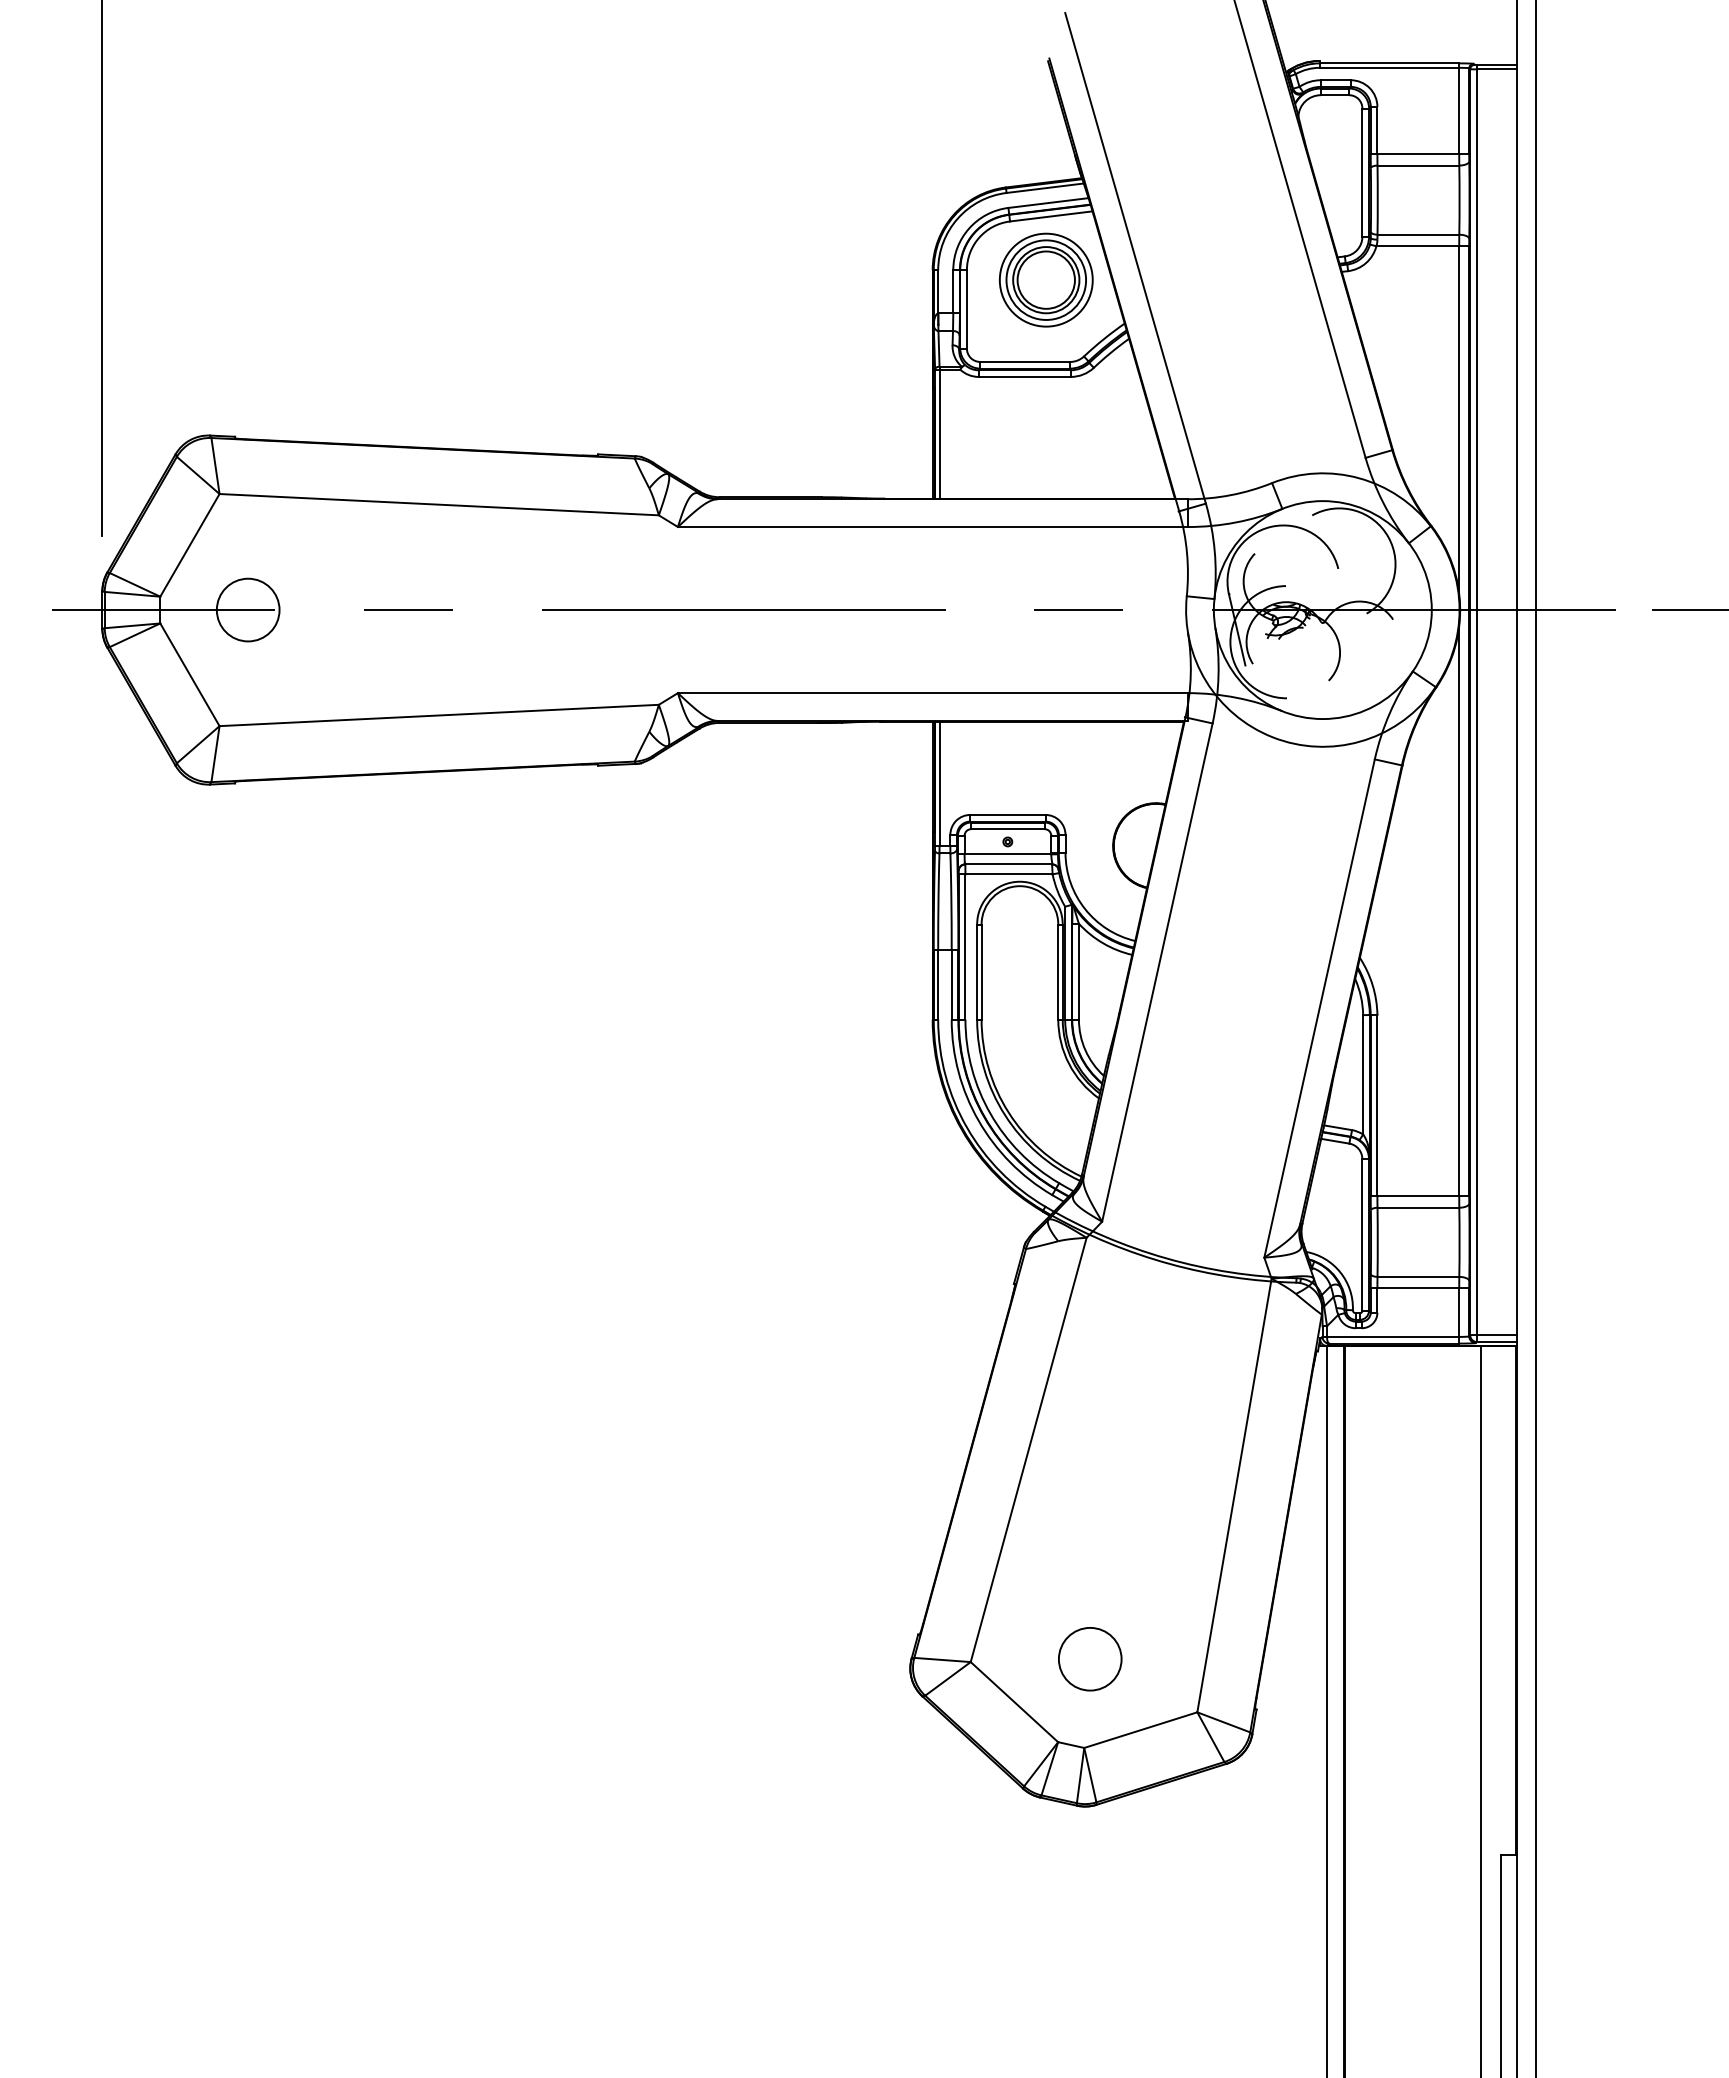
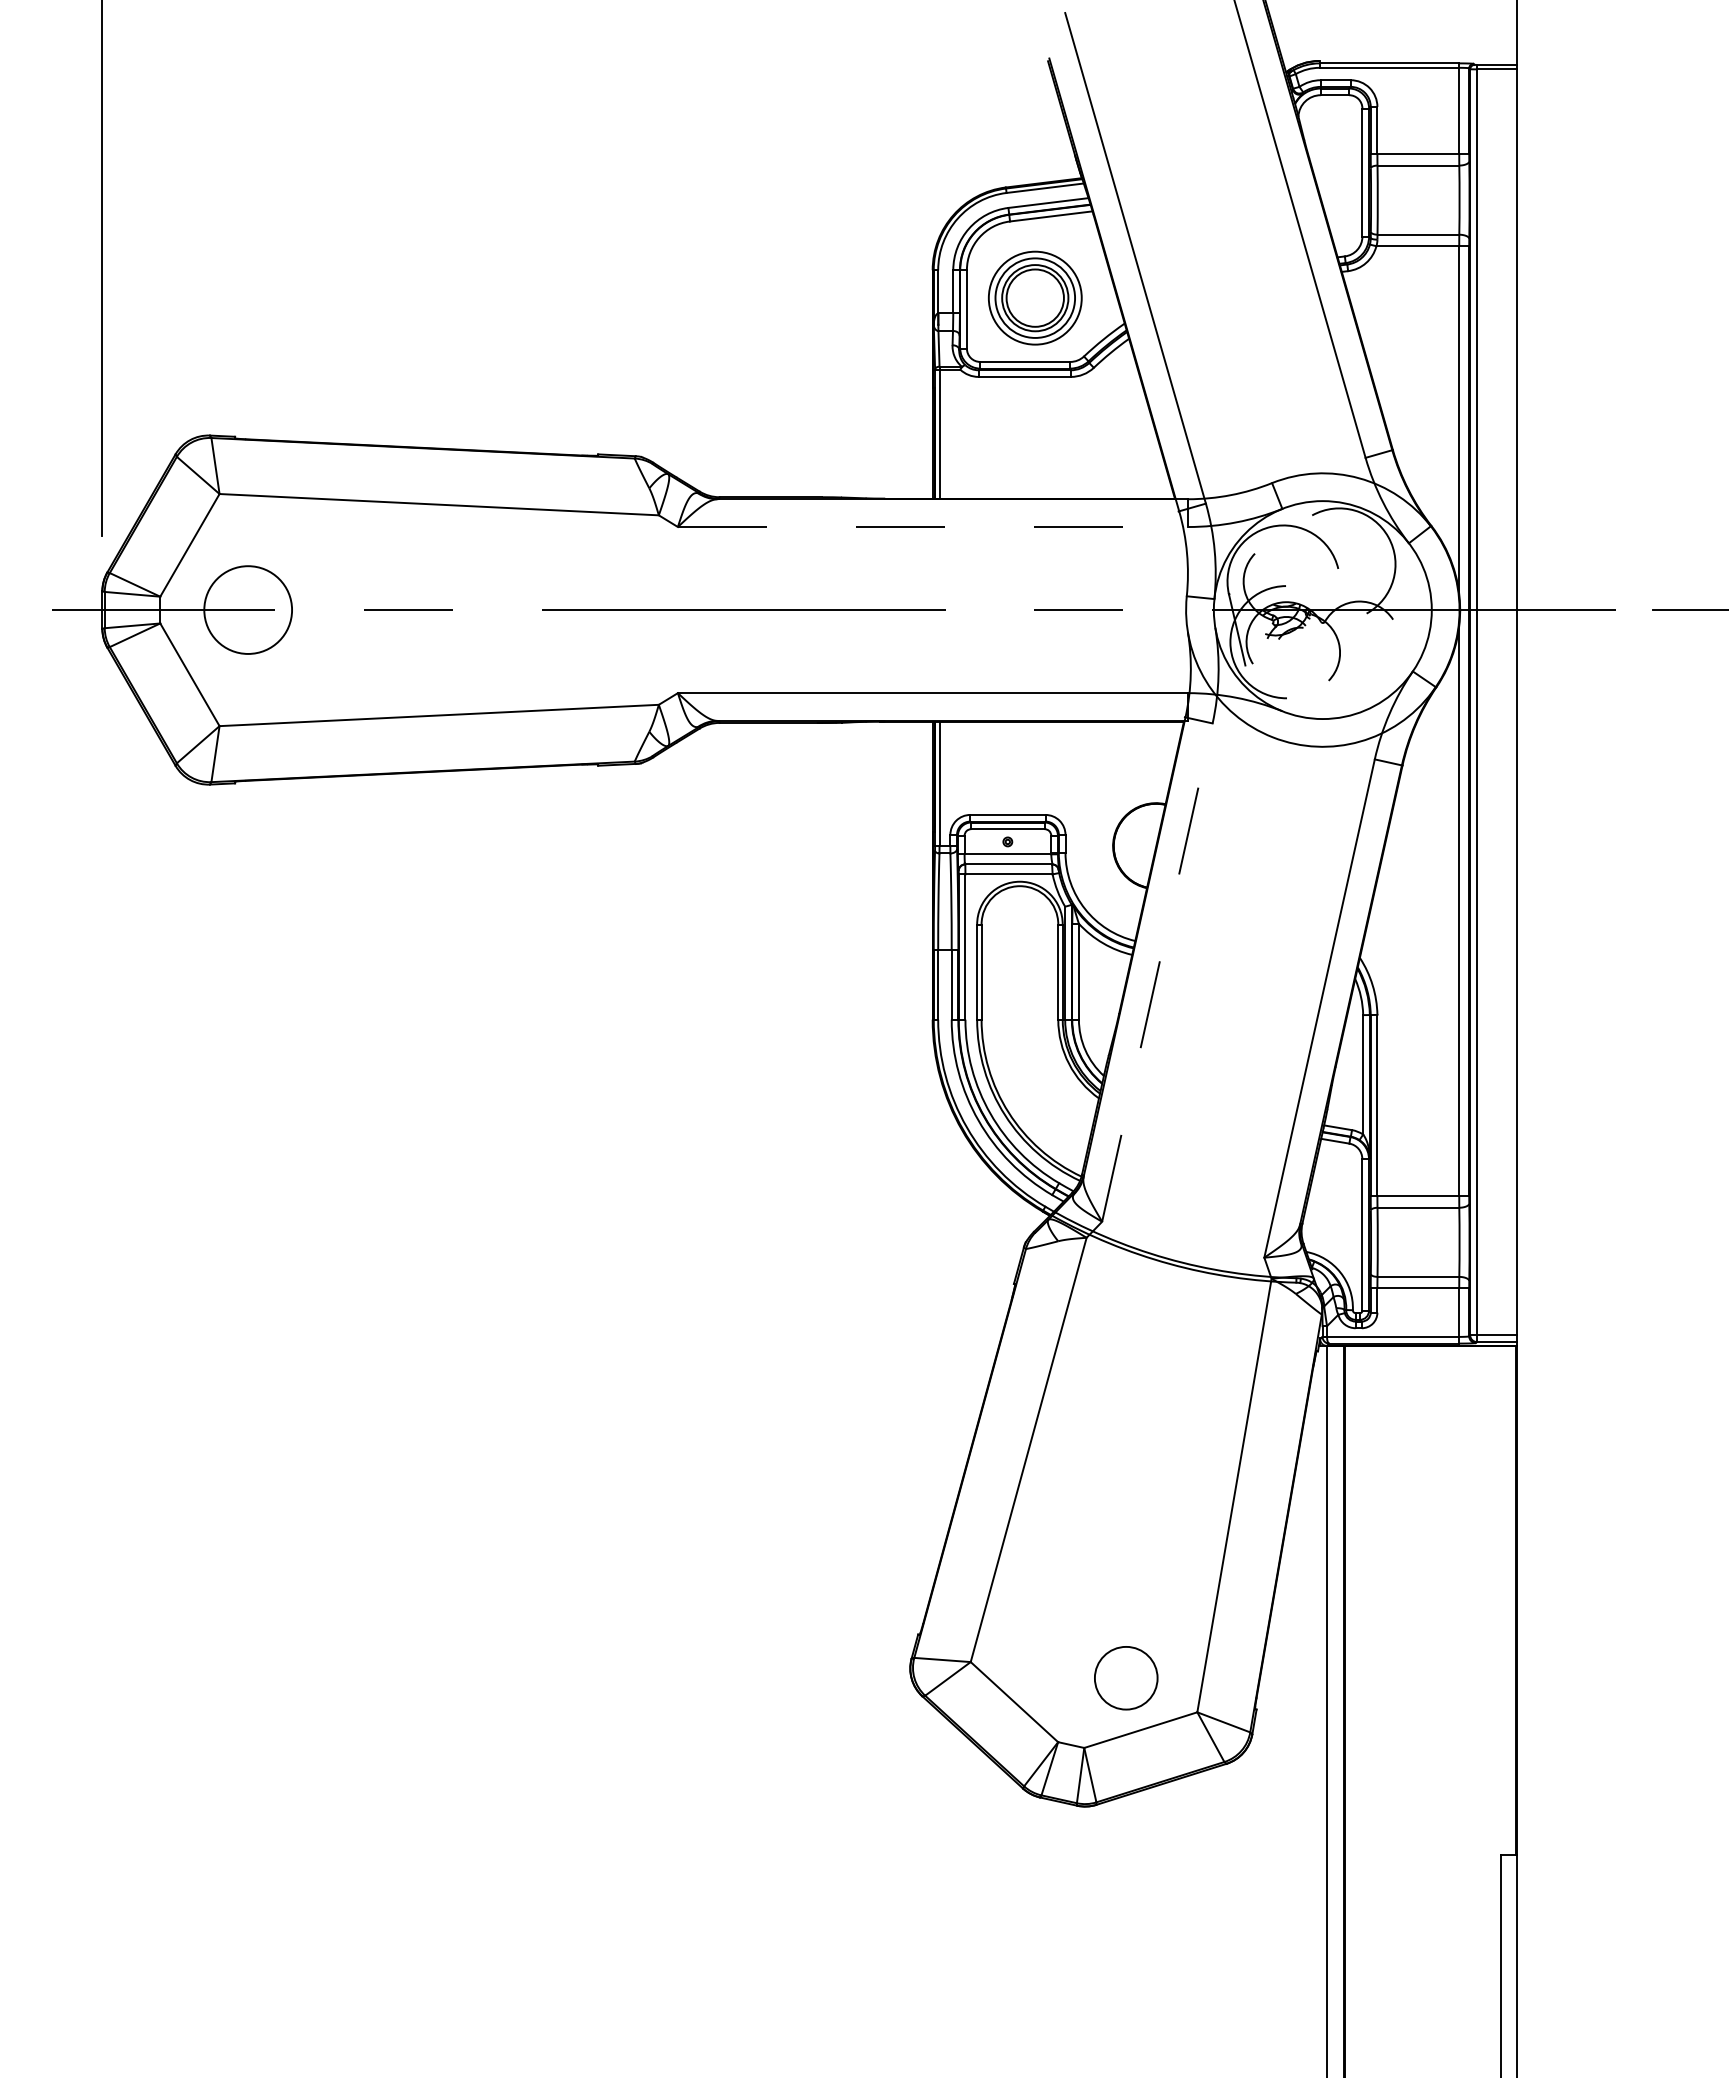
part at (1045, 279) position: (1045, 279) -> (1034, 297)
line at (933, 527): solid -> dashed
circle at (247, 609) diameter: 63 px -> 88 px
line at (1157, 972): solid -> dashed
line at (1535, 1038): present -> none
circle at (1090, 1659) position: (1090, 1659) -> (1126, 1678)
line at (1480, 1709): present -> none
